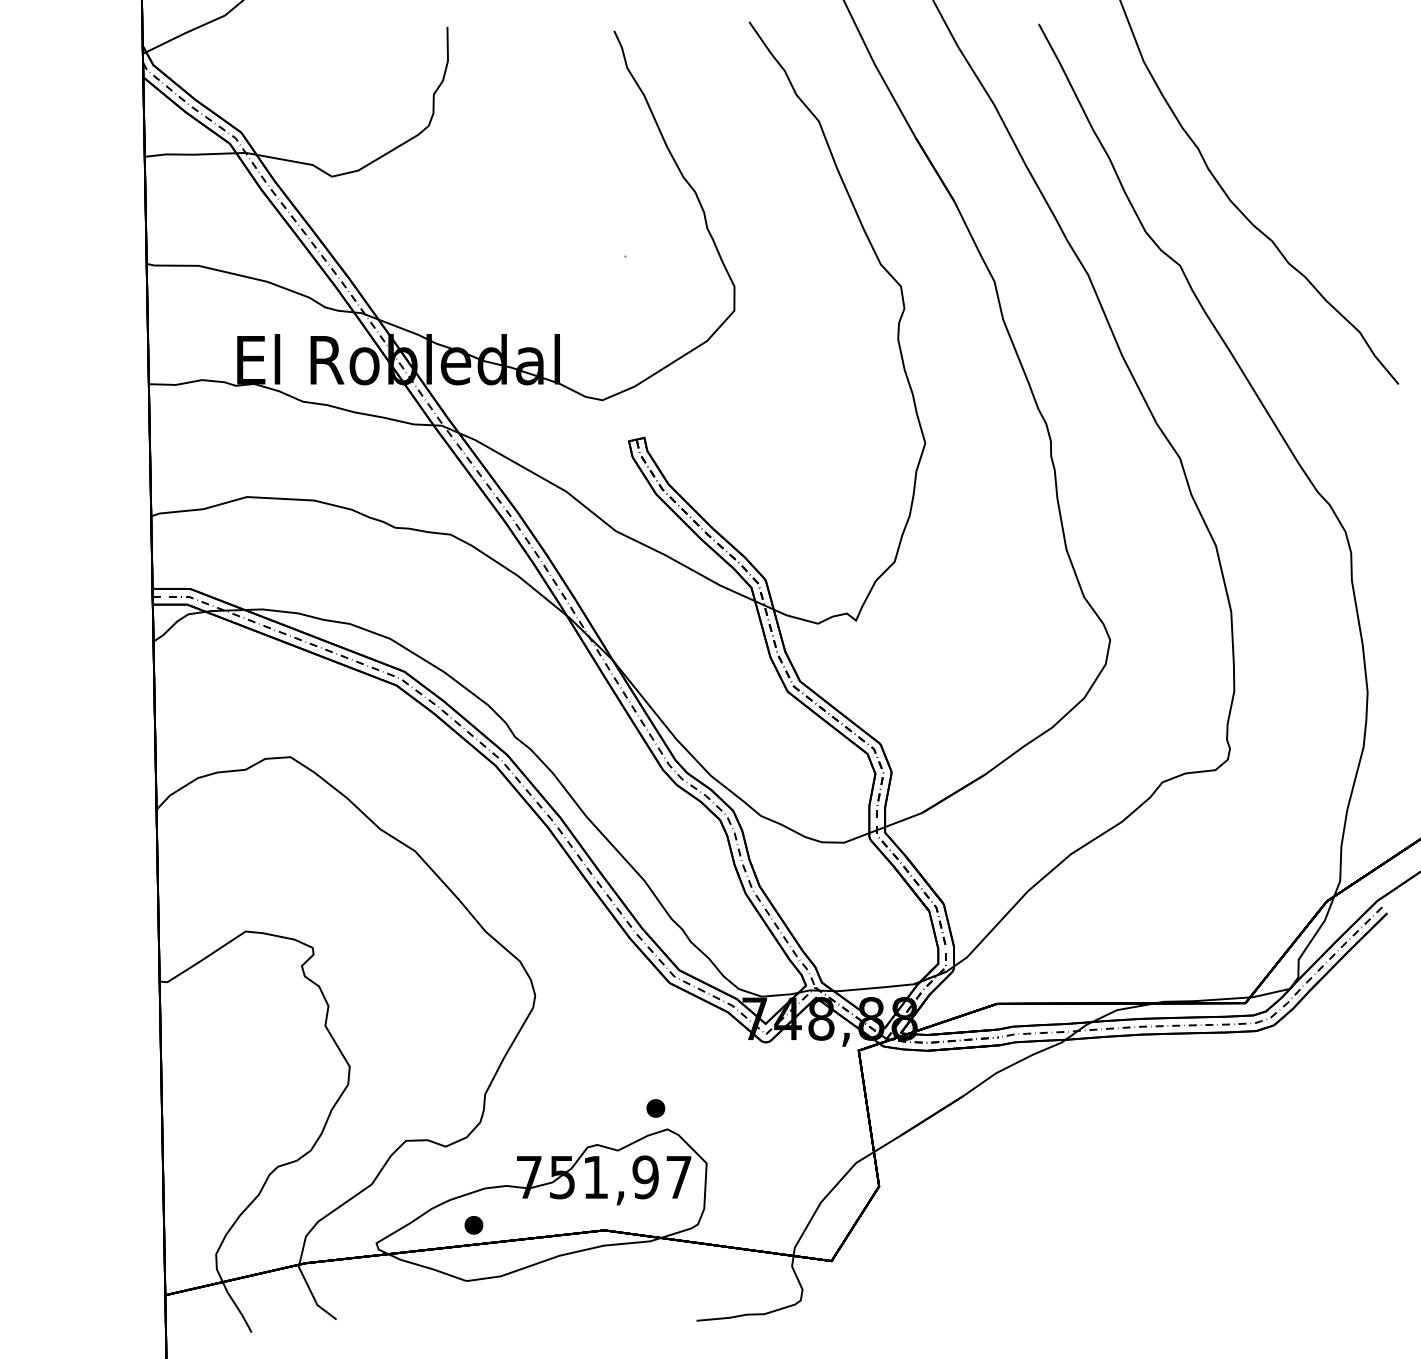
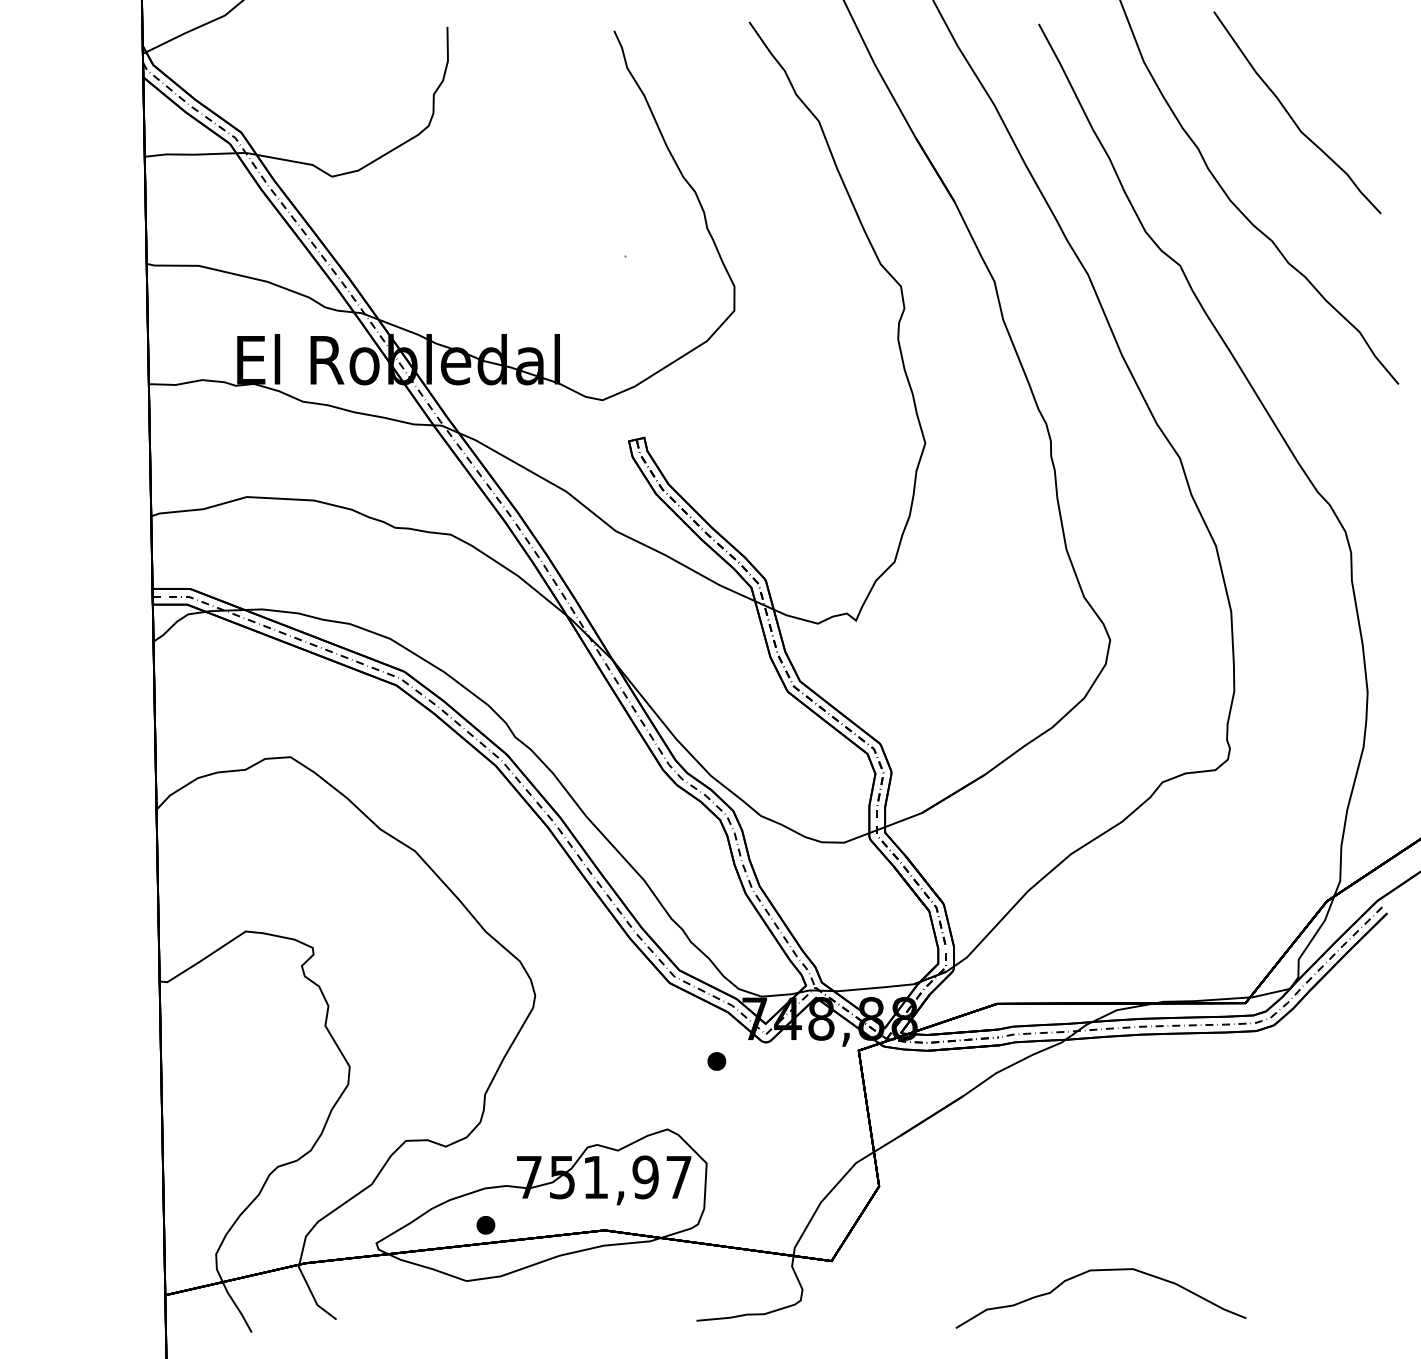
curve at (1292, 117): none -> present
part at (655, 1108) position: (655, 1108) -> (716, 1061)
part at (473, 1225) position: (473, 1225) -> (485, 1225)
curve at (1099, 1271): none -> present
